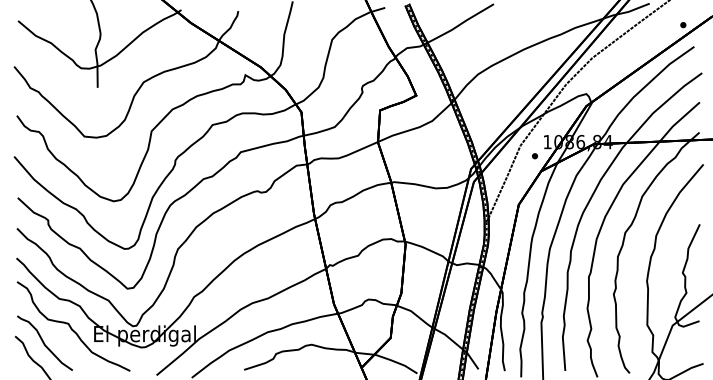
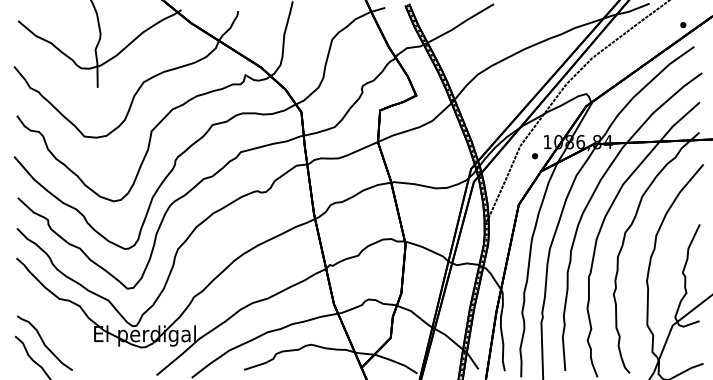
curve at (71, 326): present -> none
